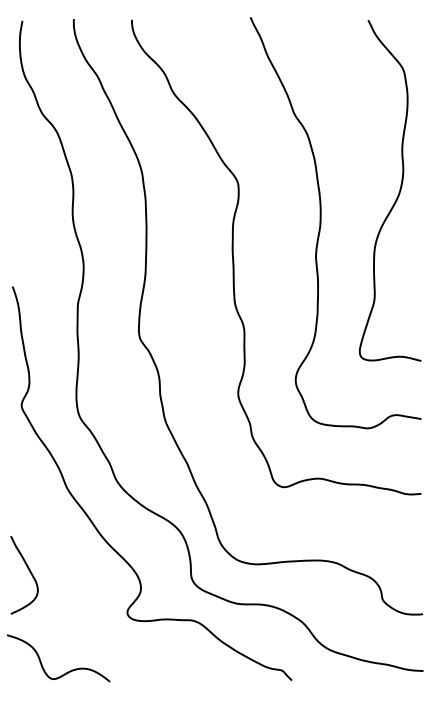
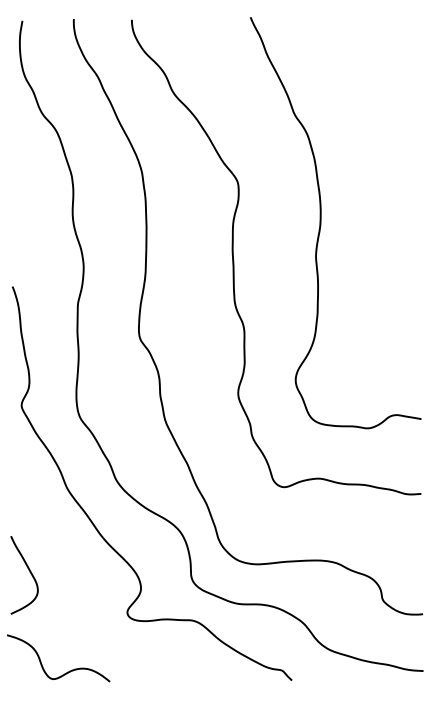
curve at (398, 192): present -> none
